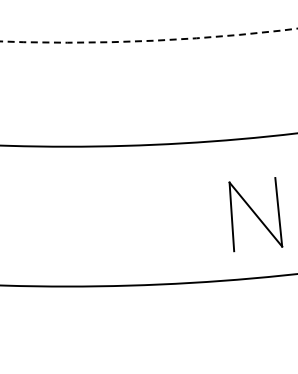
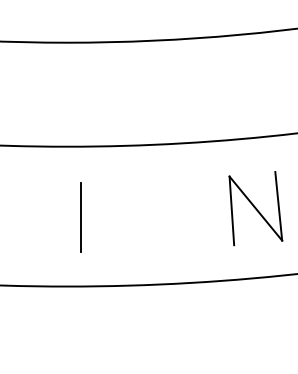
arc at (148, 40): dashed -> solid
part at (255, 214) position: (255, 214) -> (255, 208)
line at (80, 217): none -> present
